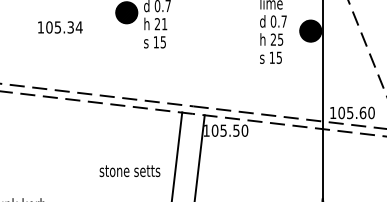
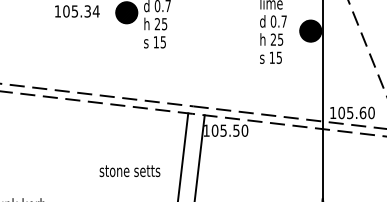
text at (164, 24): 21 -> 25
text at (60, 27) position: (60, 27) -> (77, 11)
line at (177, 155) position: (177, 155) -> (183, 155)
